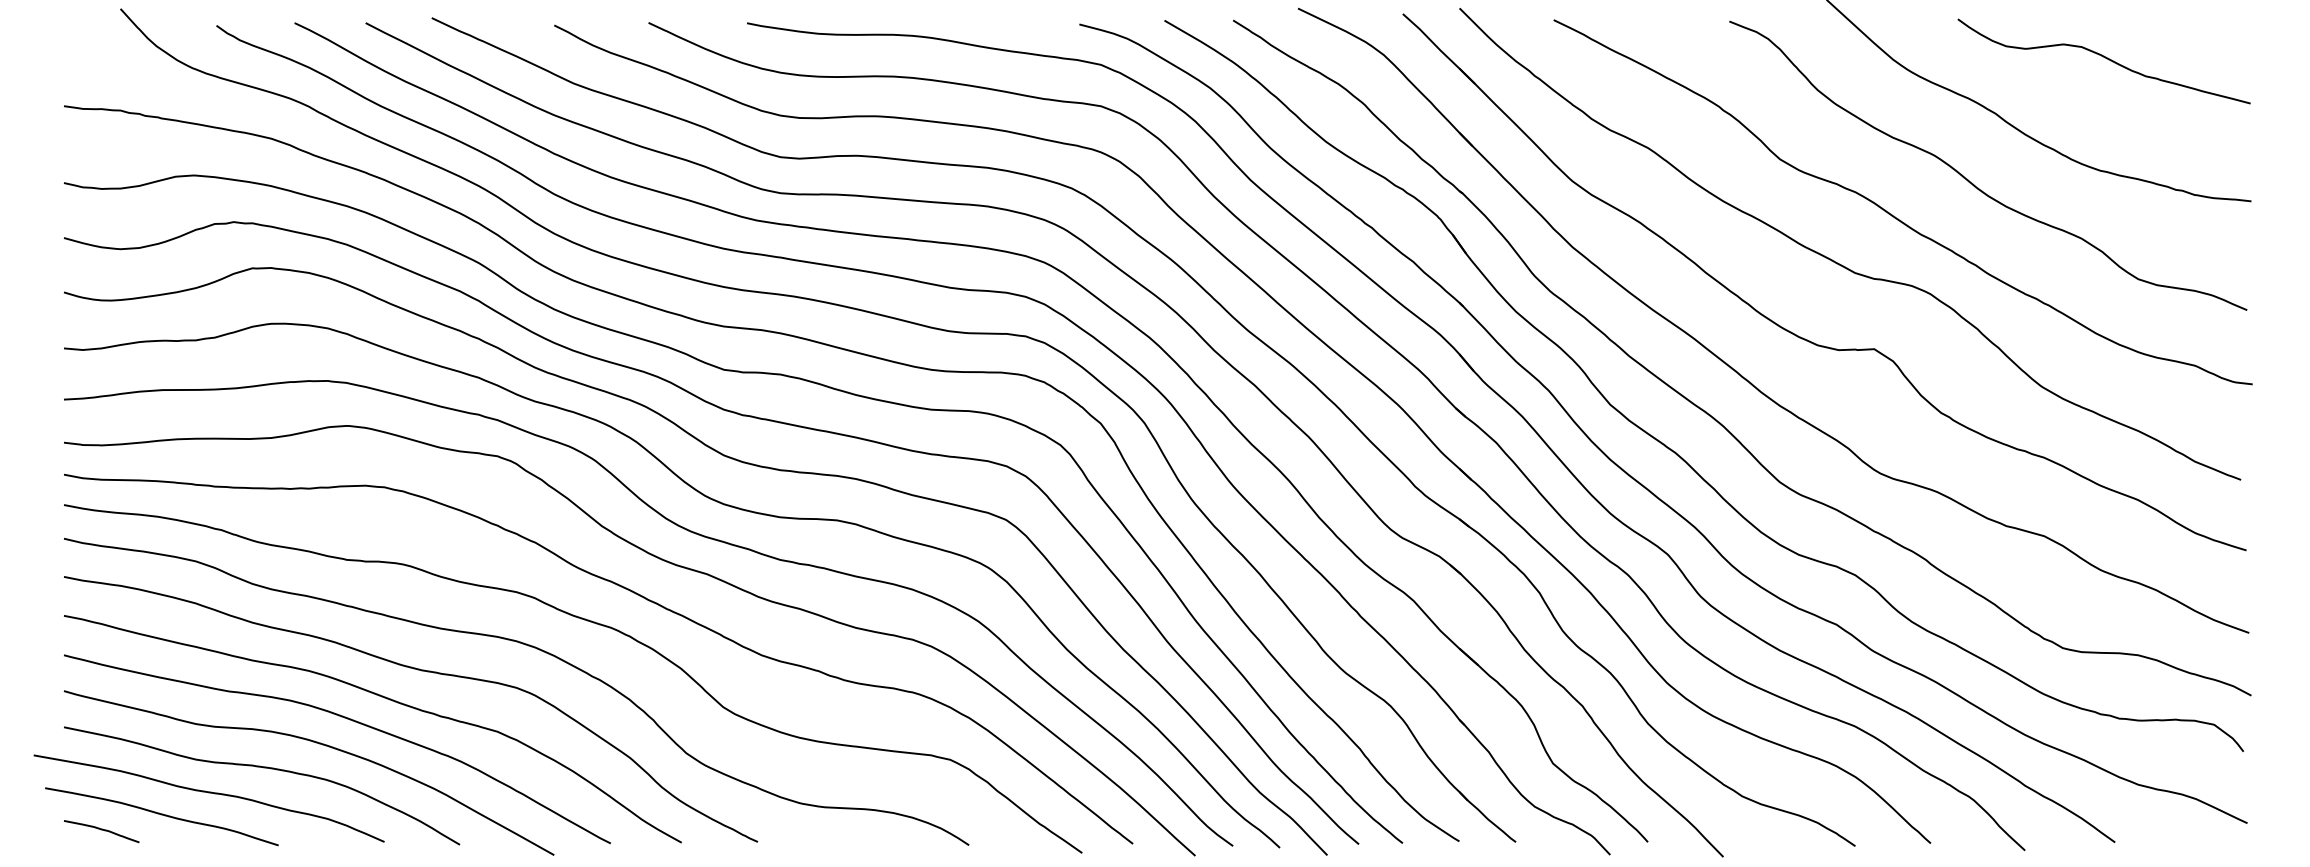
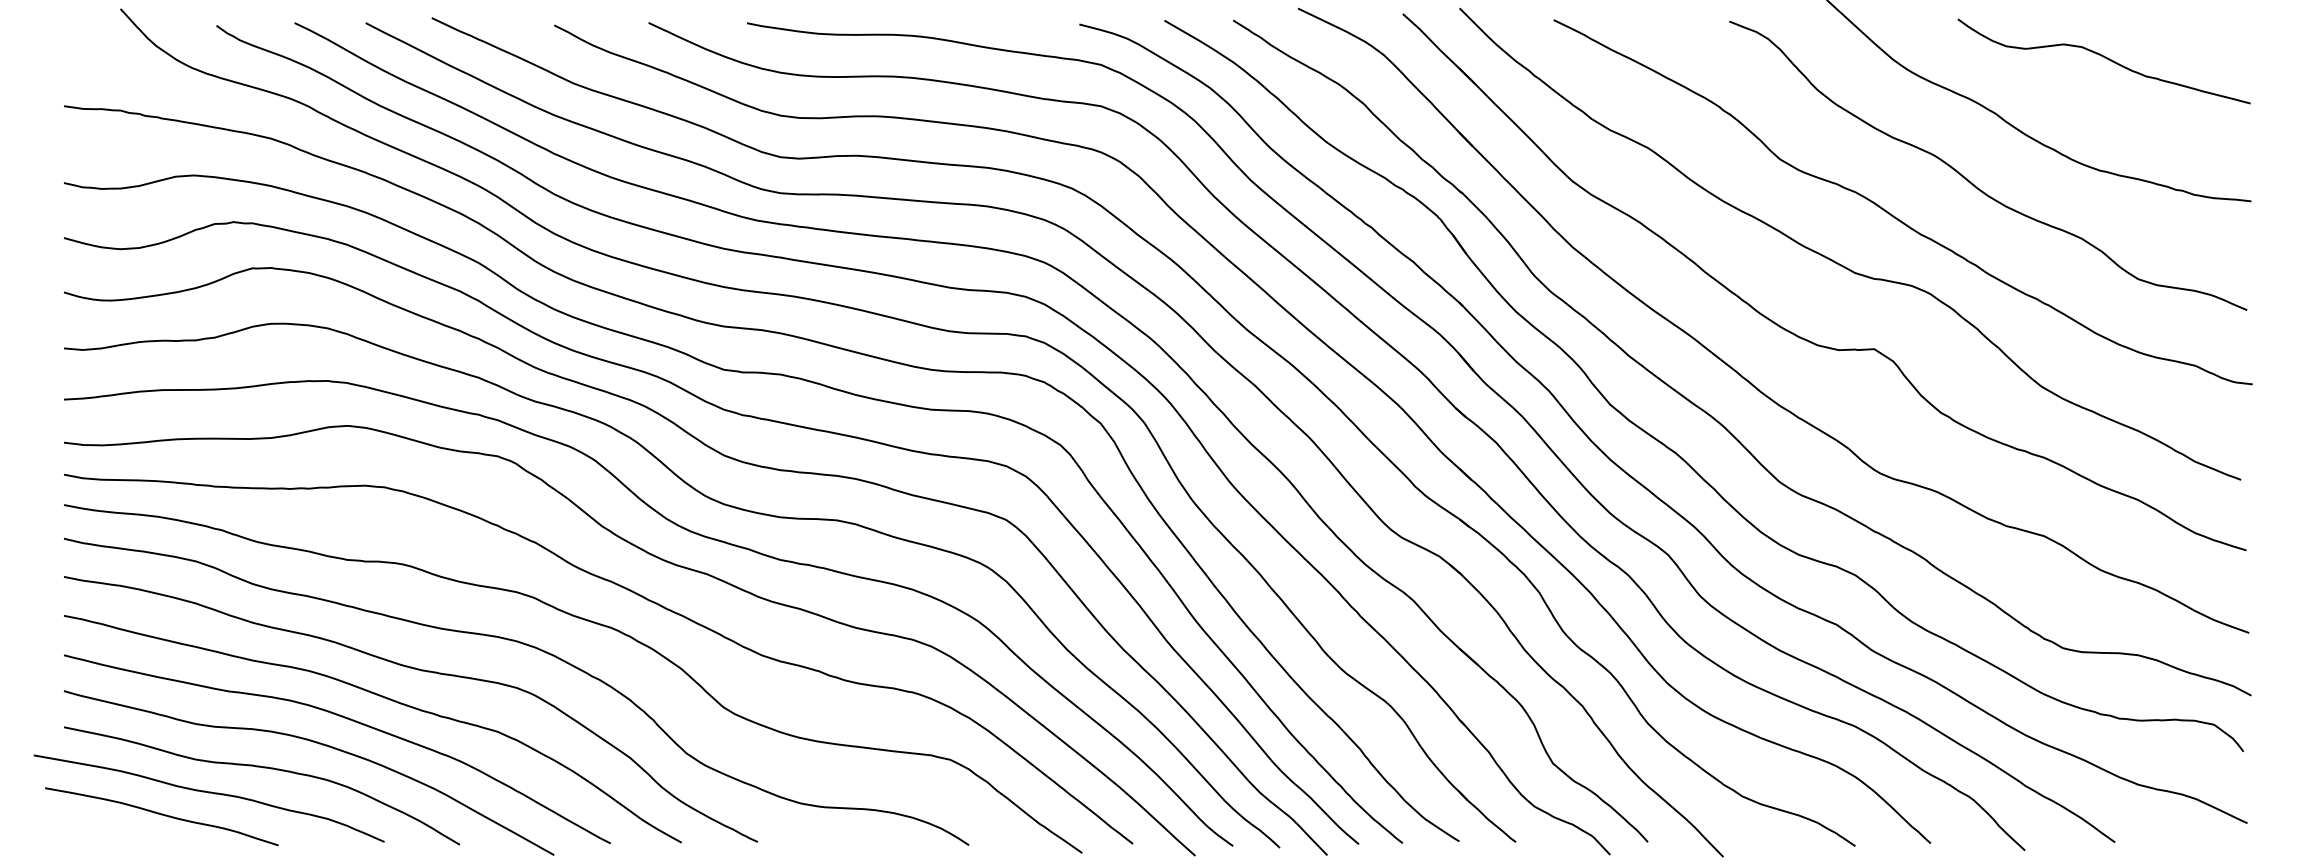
curve at (101, 830): present -> none
